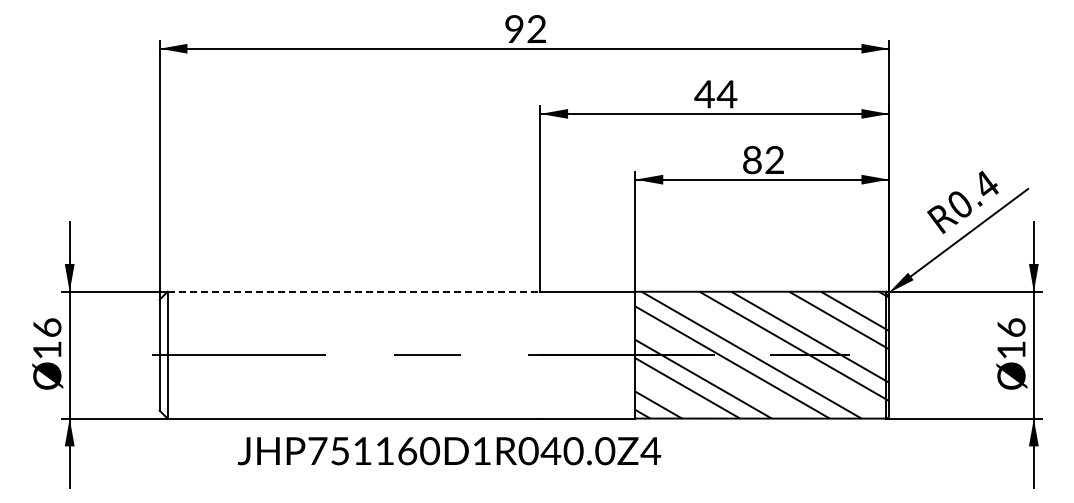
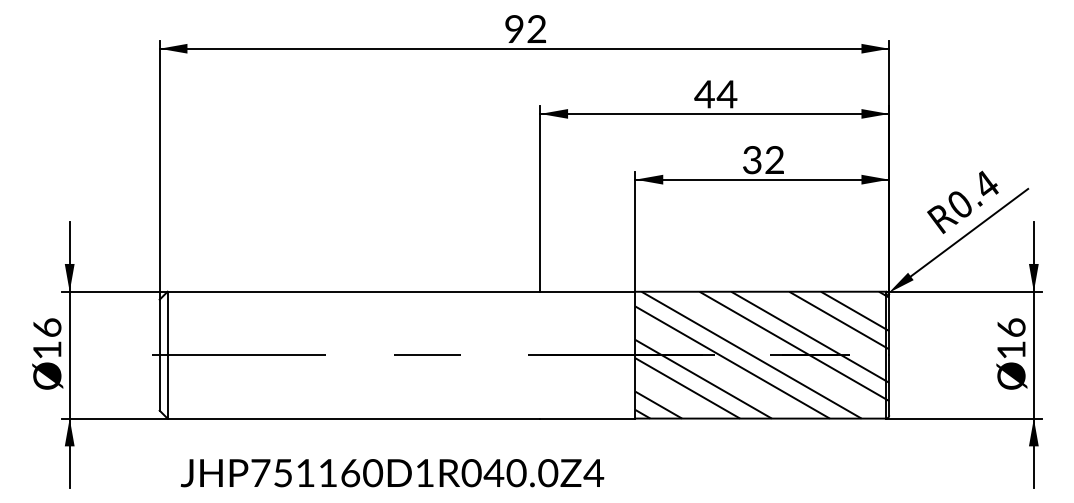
text at (752, 159): 82 -> 32
line at (354, 291): dashed -> solid
text at (449, 451) position: (449, 451) -> (392, 473)
